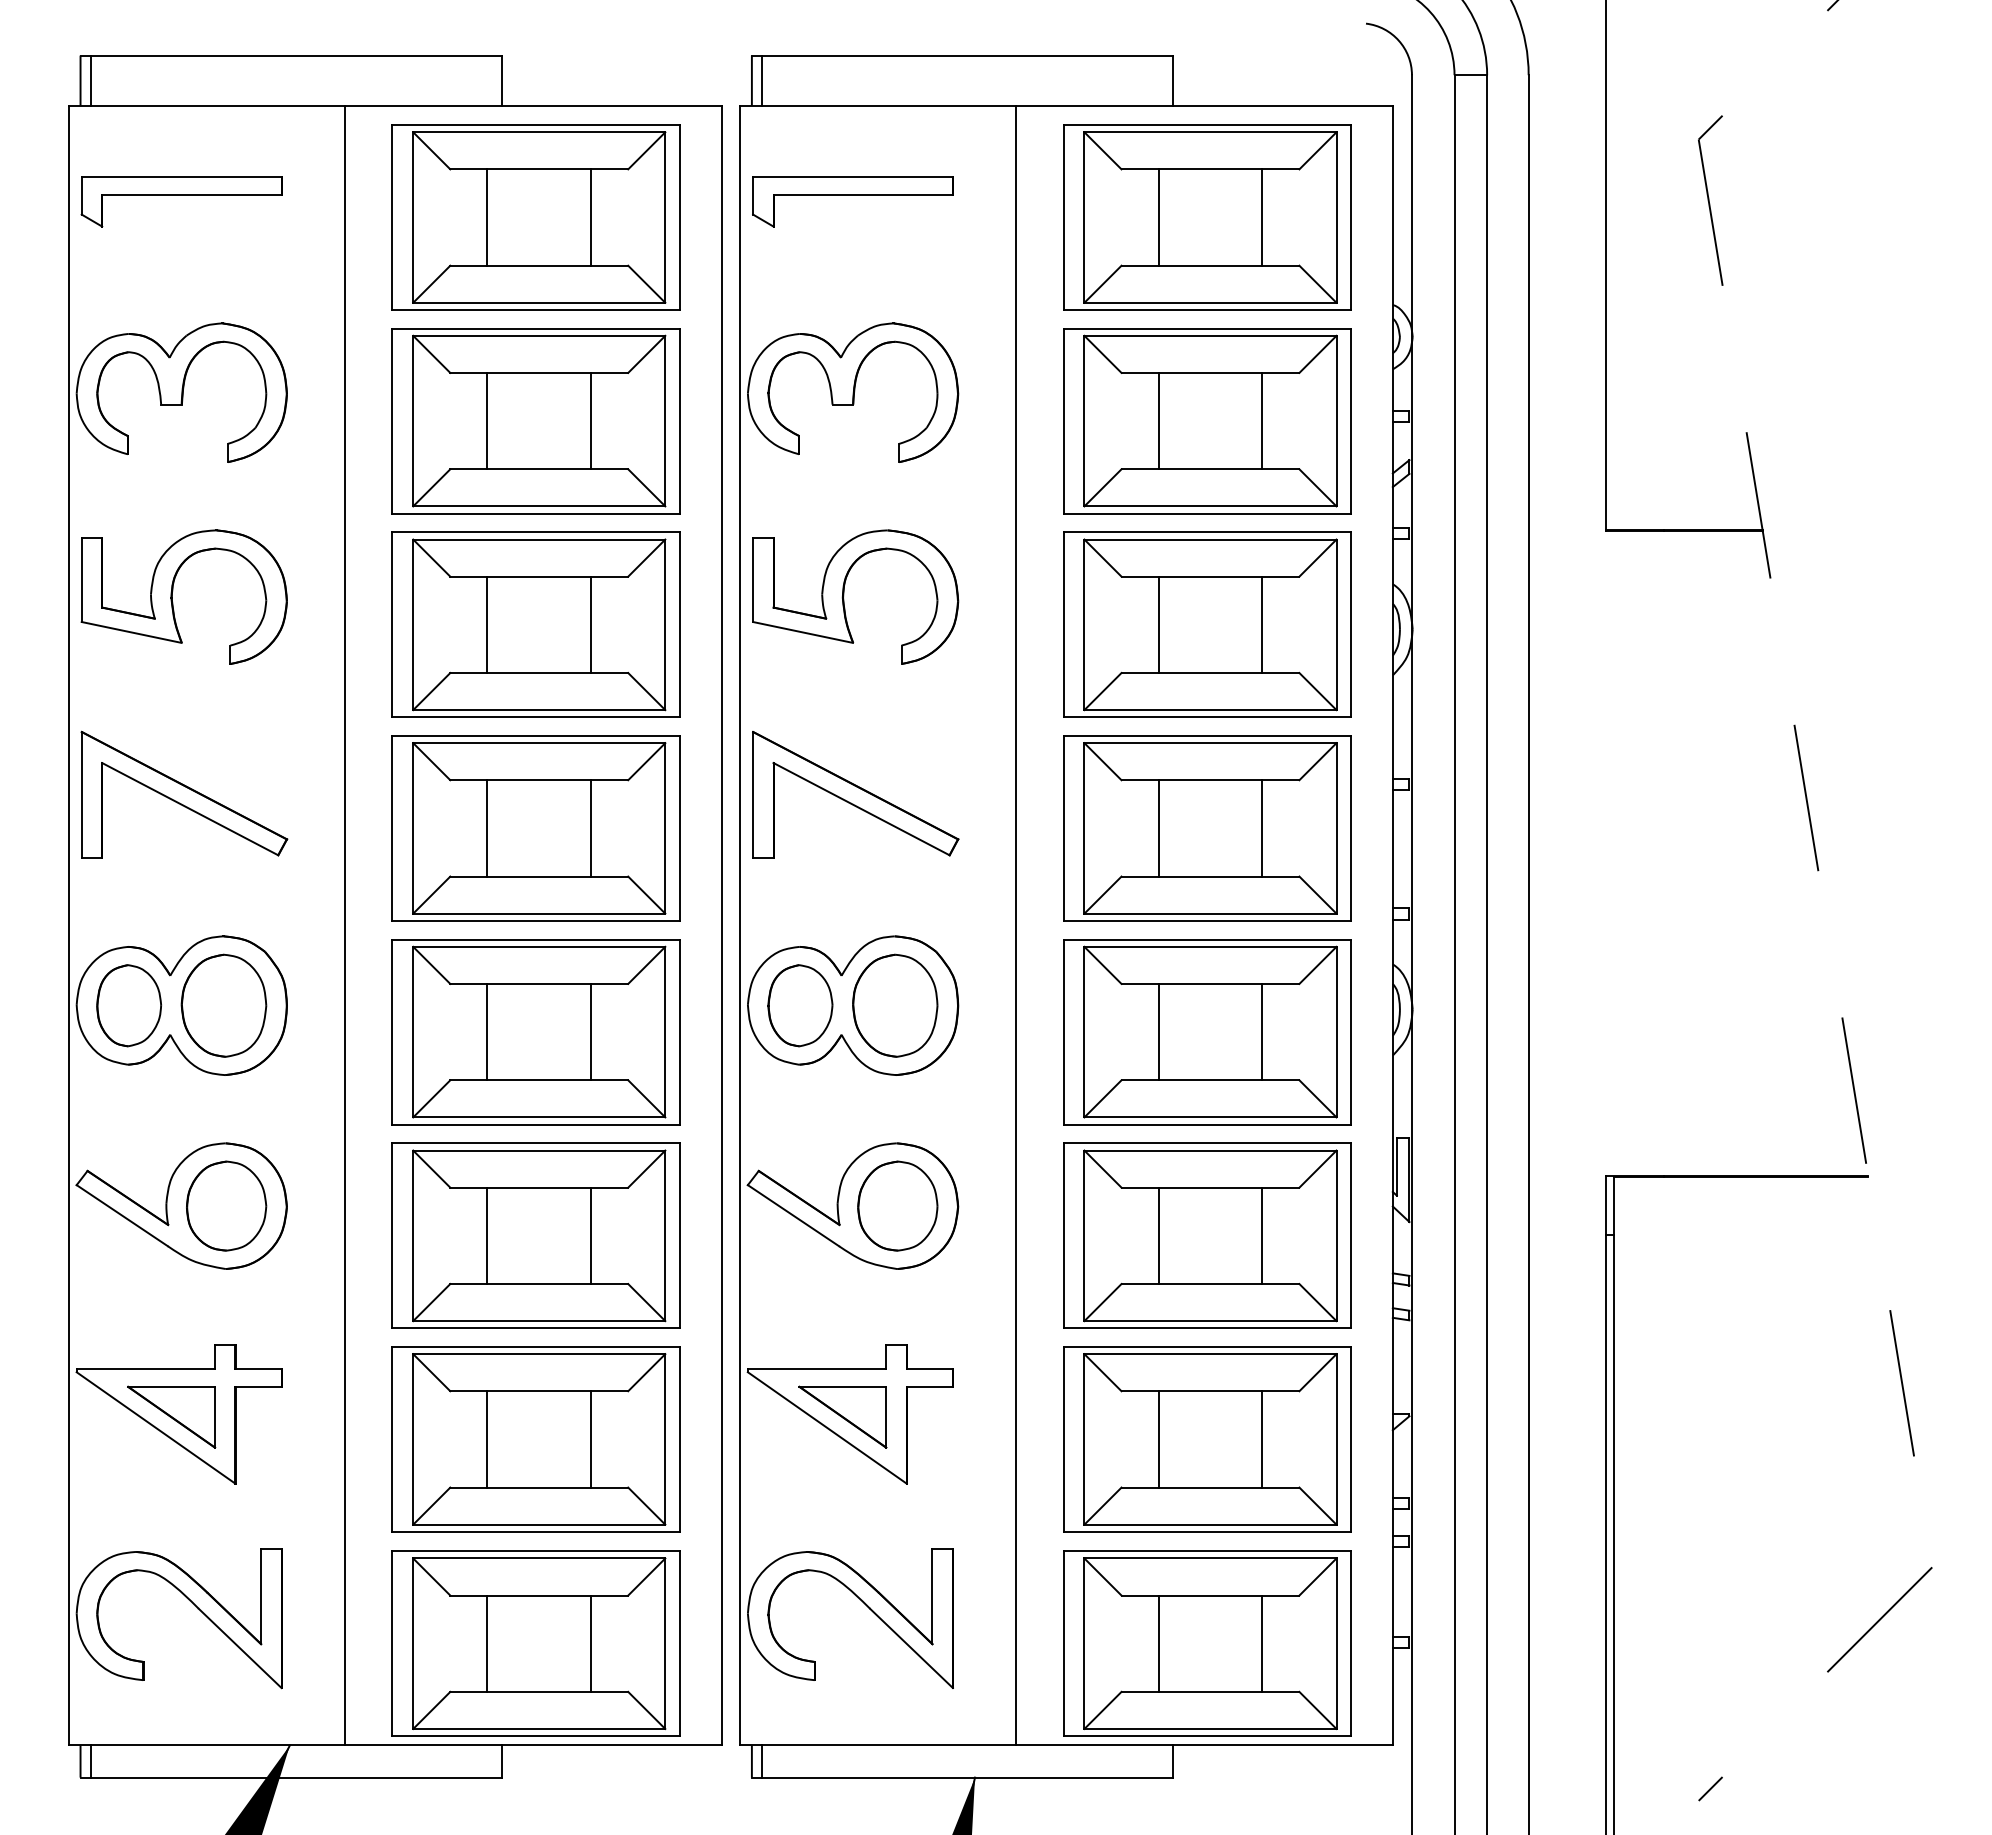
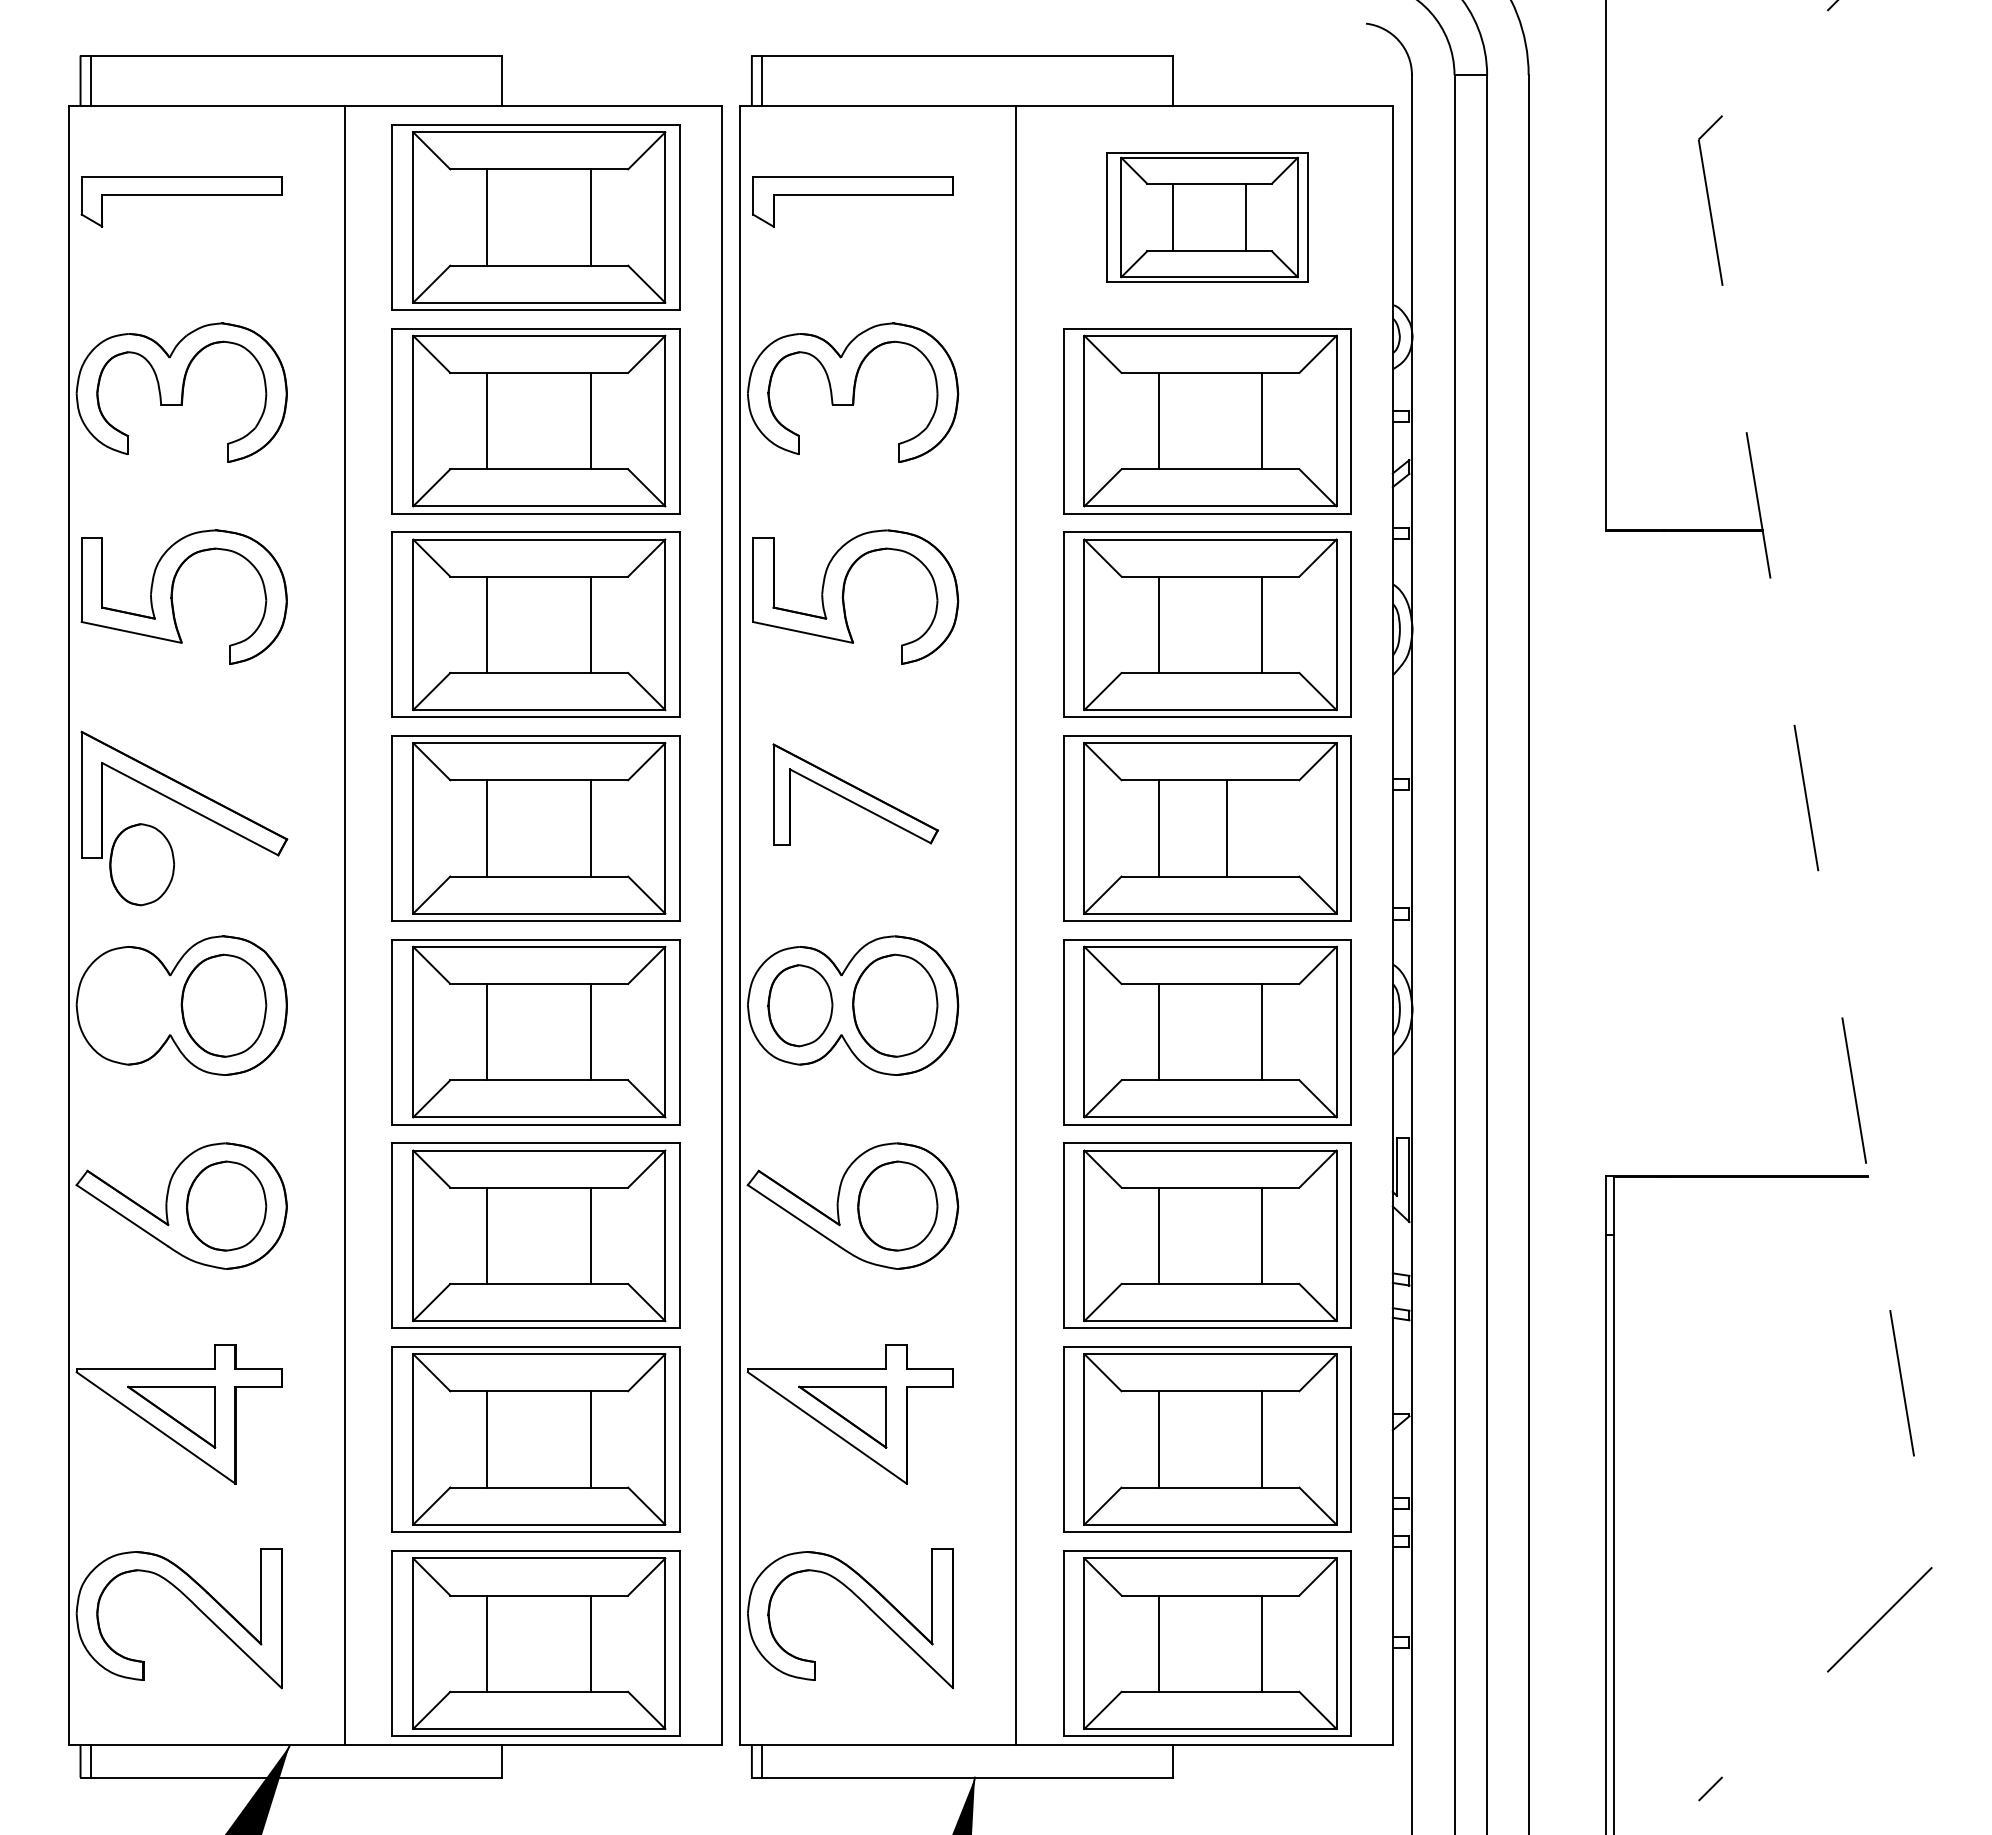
part at (1207, 217) size: 289x187 px -> 203x131 px
part at (855, 794) size: 208x128 px -> 167x103 px
line at (1262, 828) position: (1262, 828) -> (1227, 828)
part at (128, 1005) position: (128, 1005) -> (141, 864)
